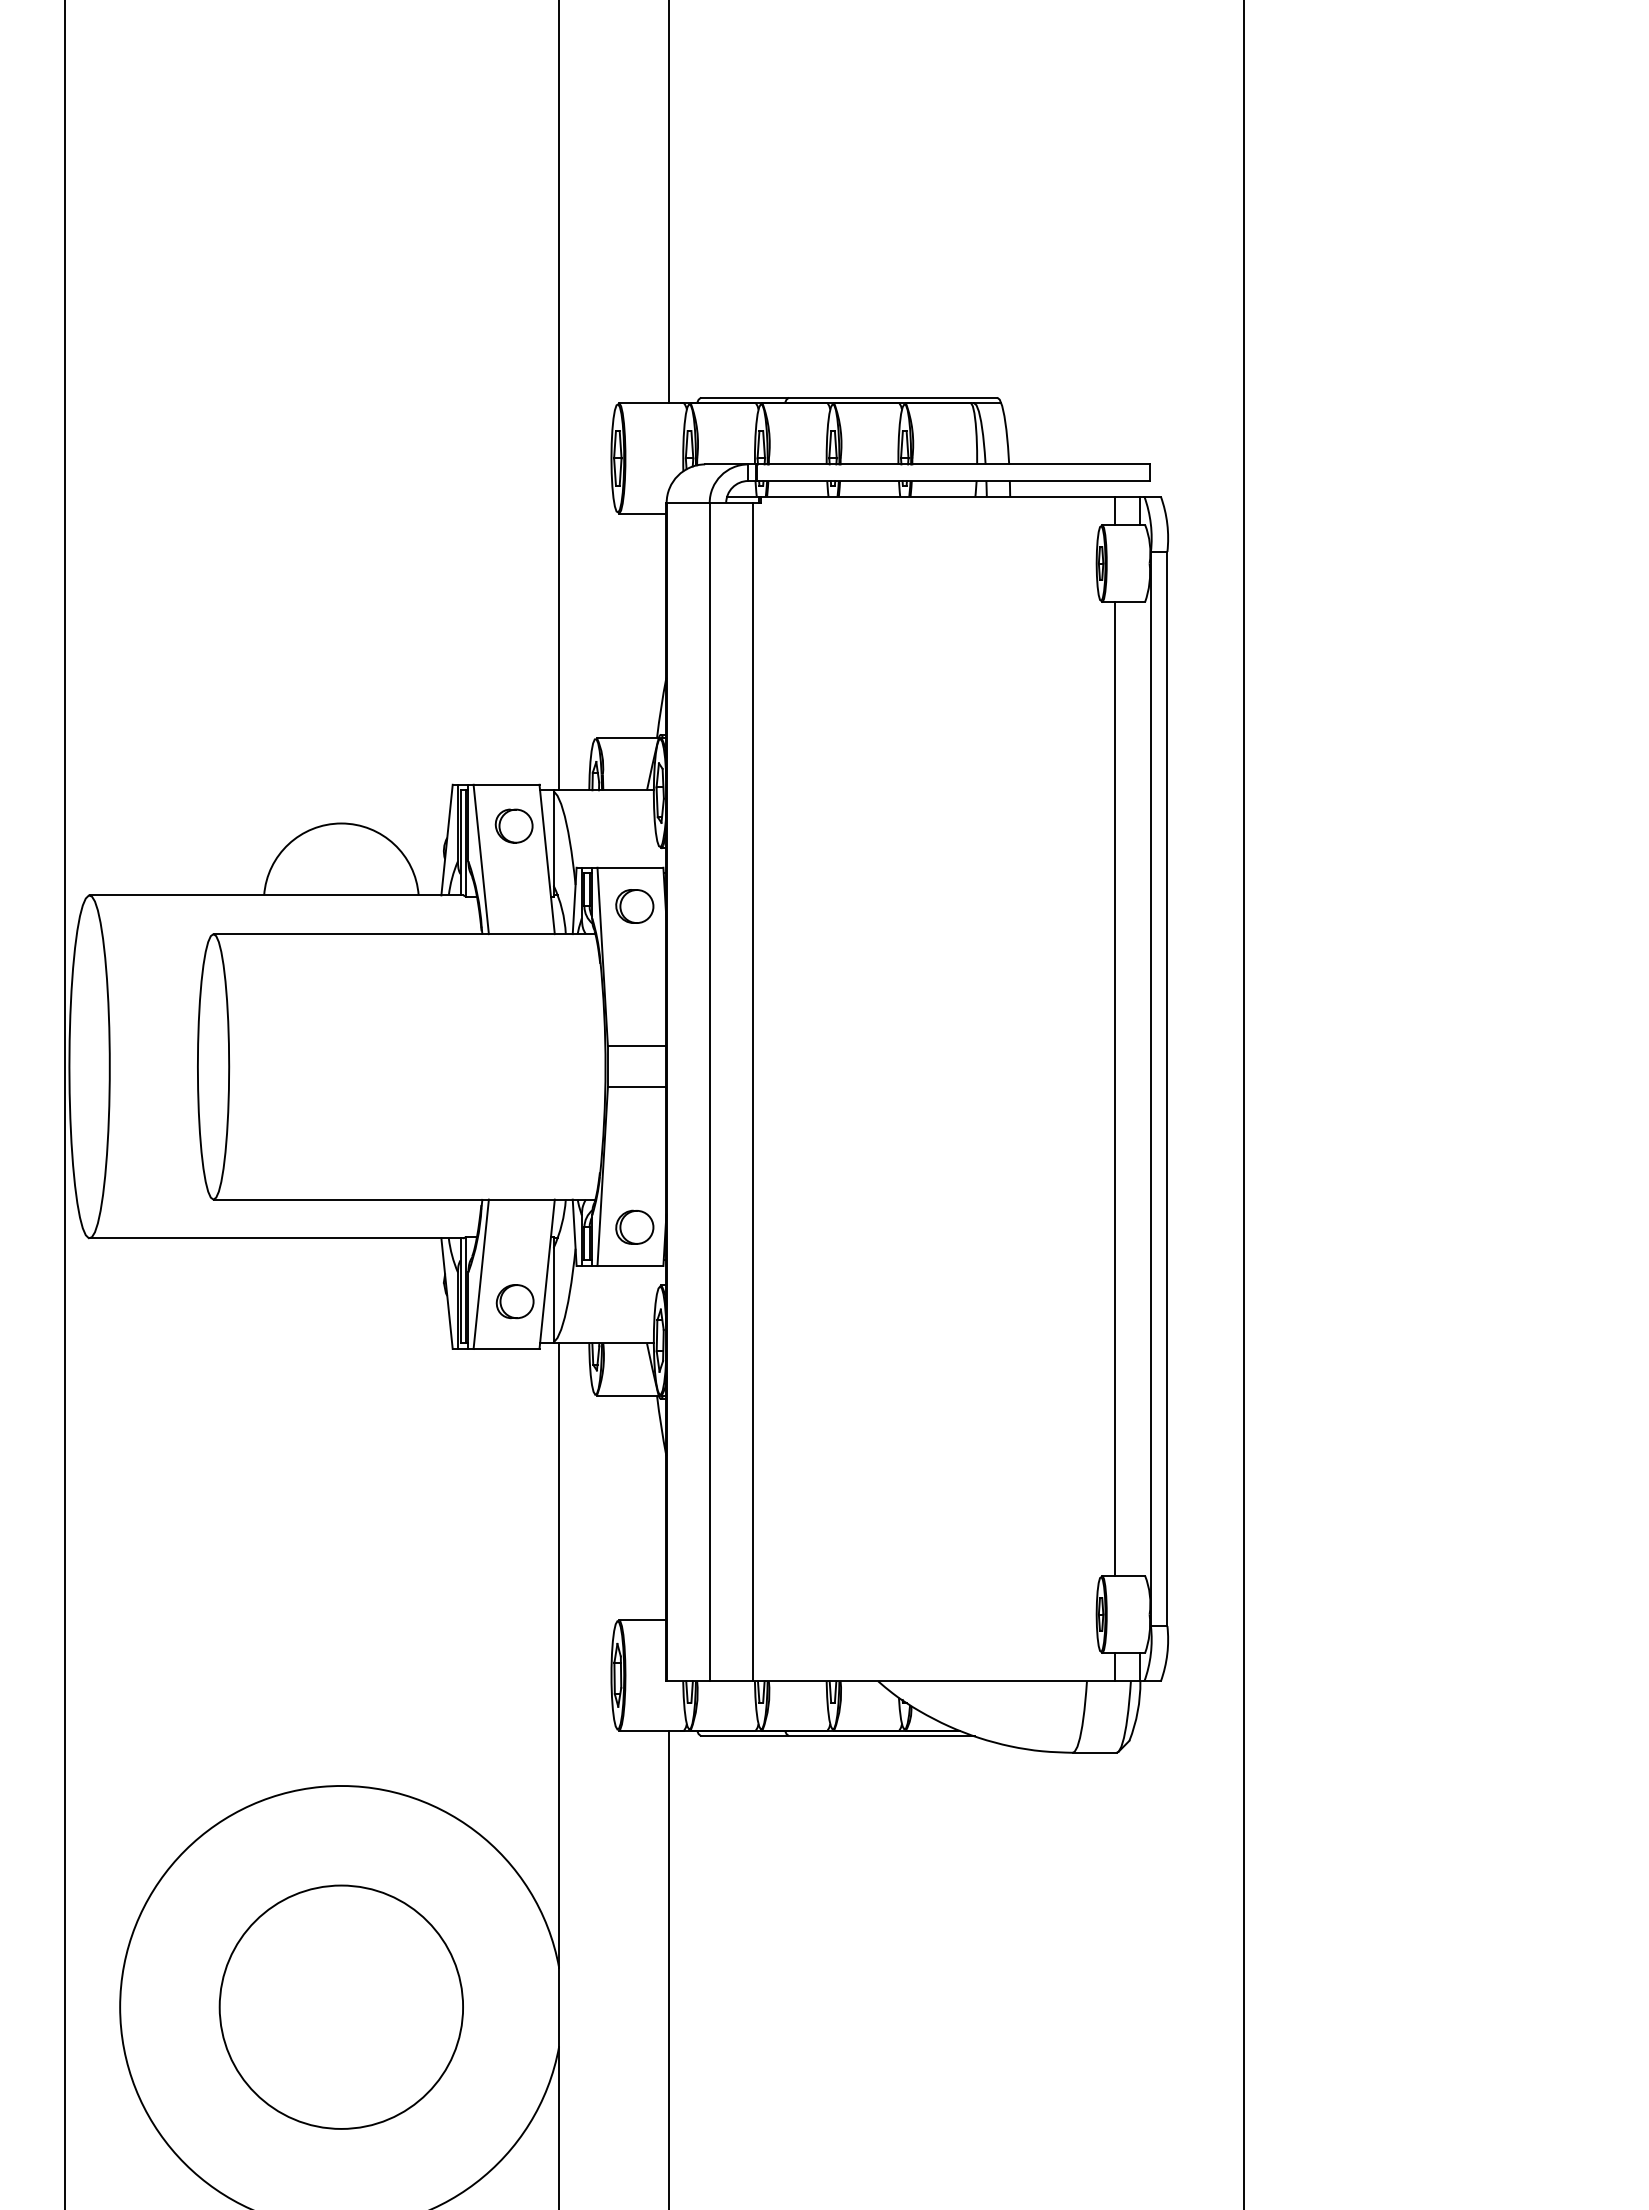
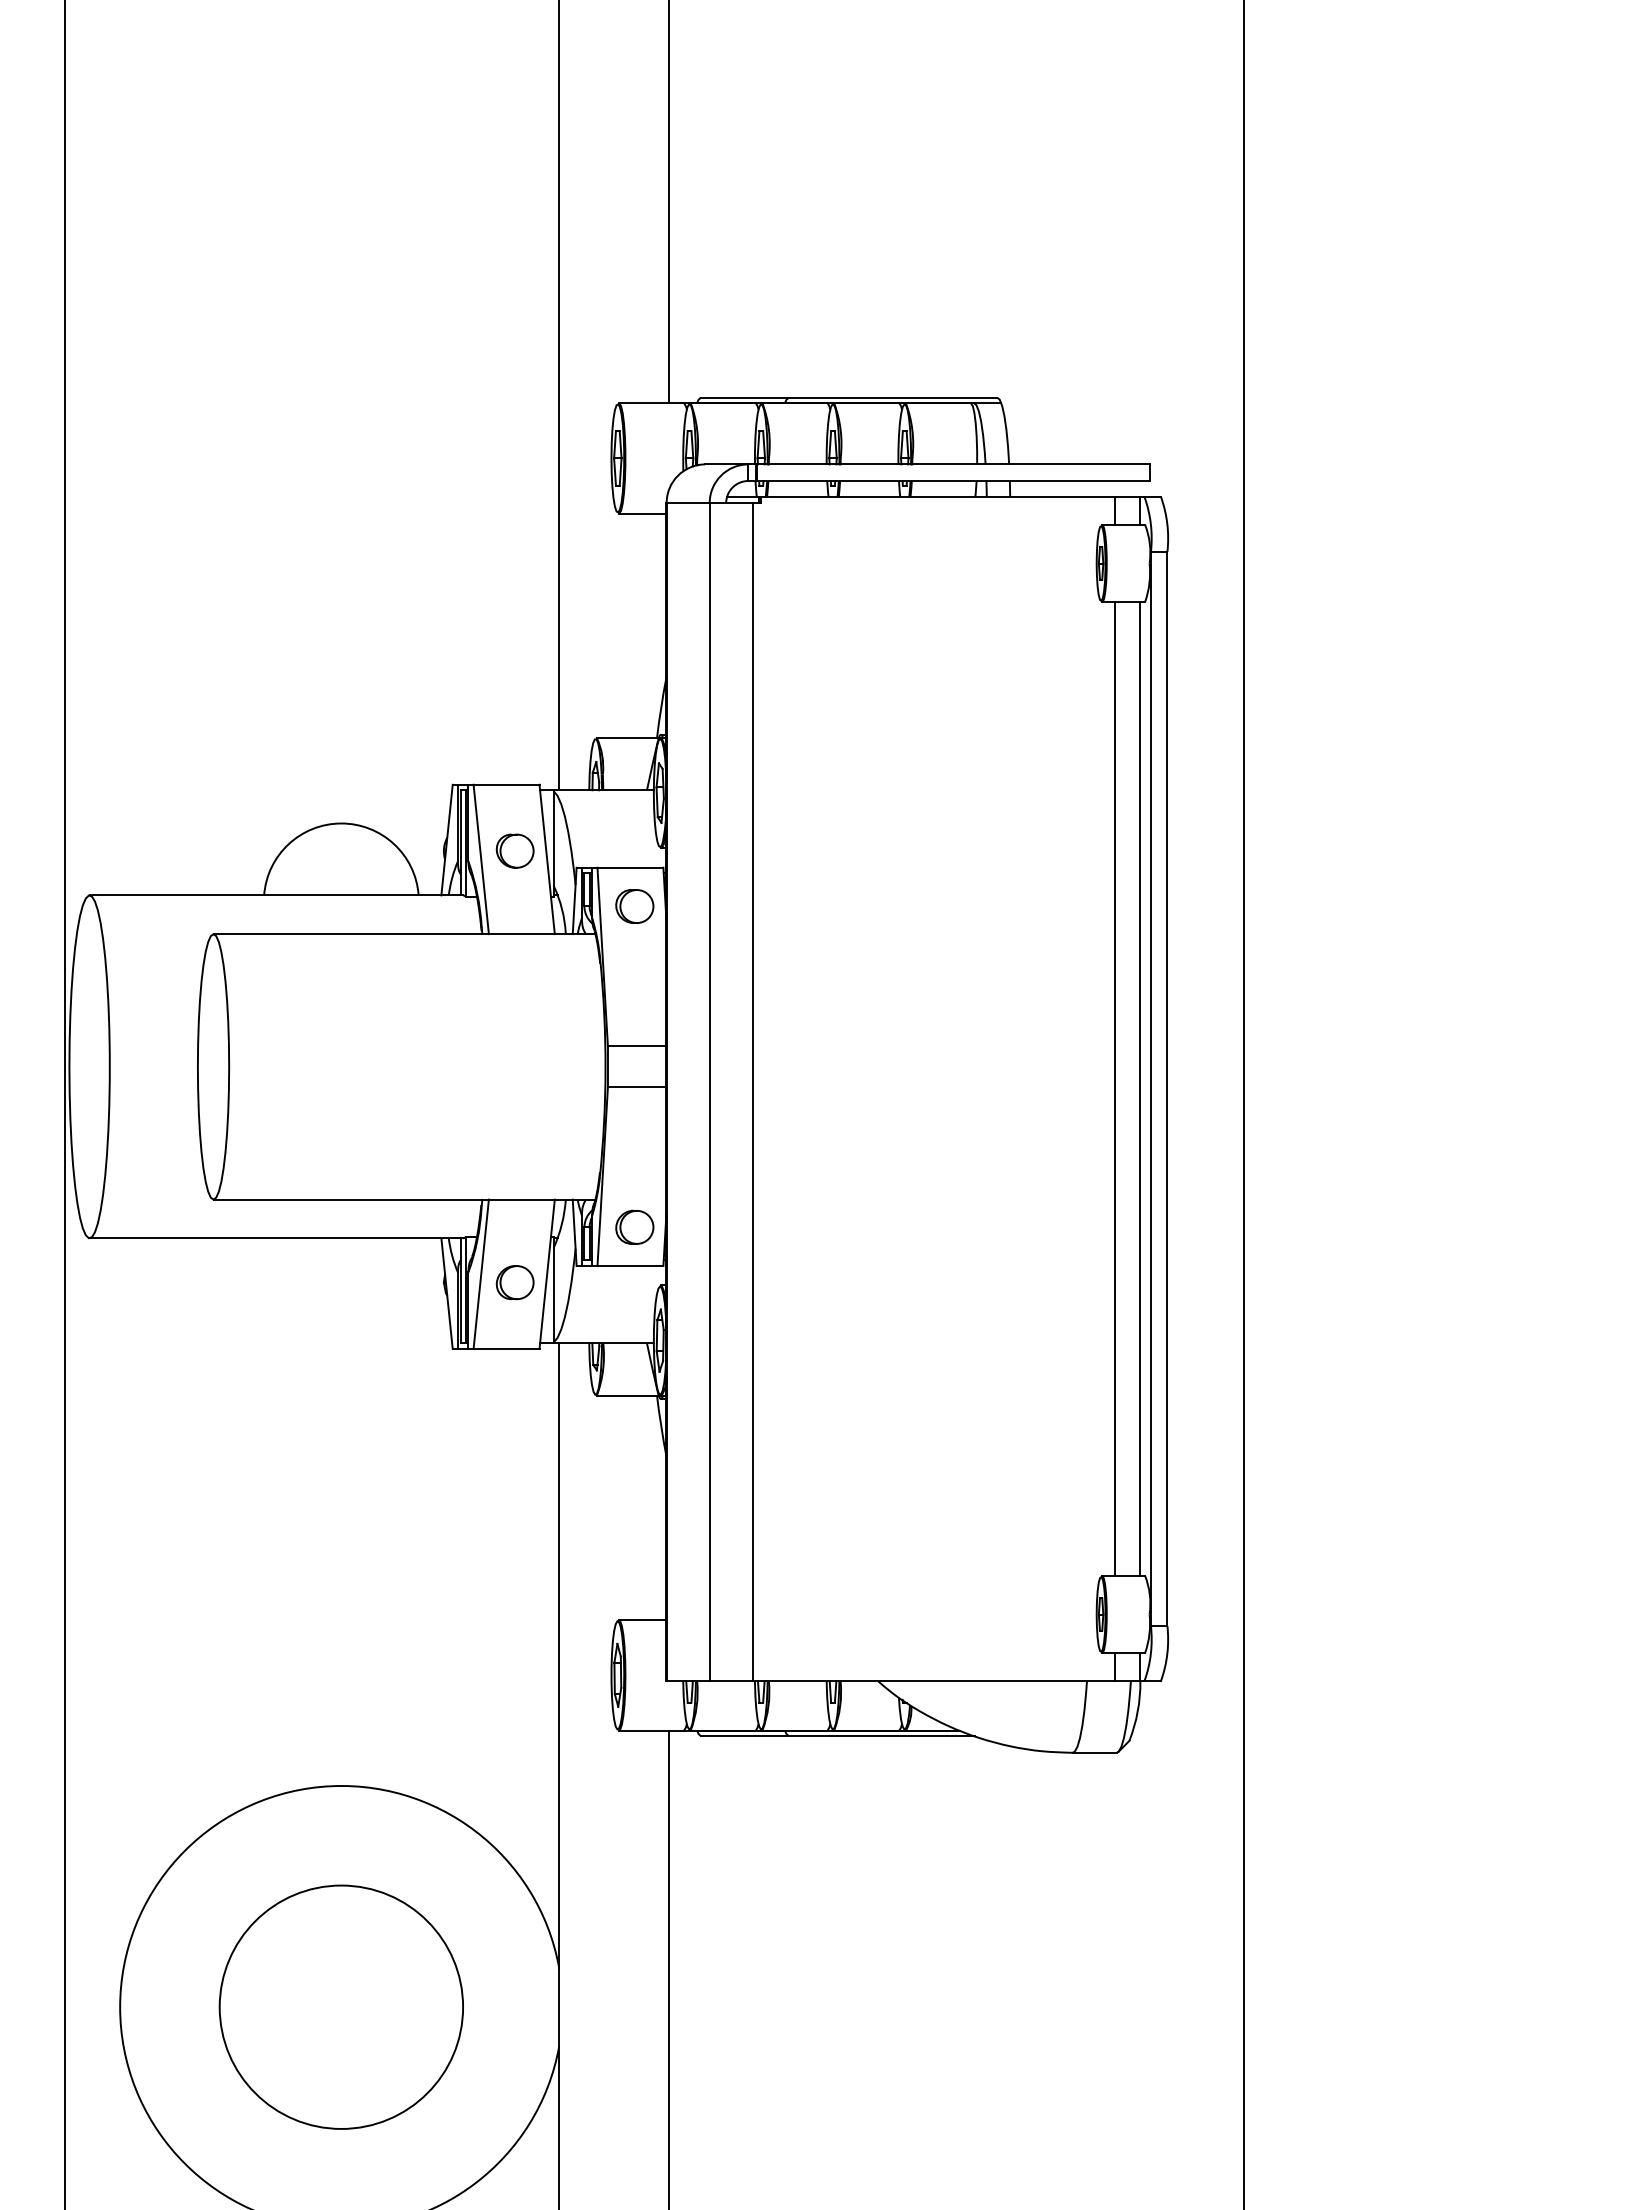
part at (513, 825) position: (513, 825) -> (514, 850)
line at (1139, 1088): none -> present
part at (514, 1301) position: (514, 1301) -> (514, 1282)
